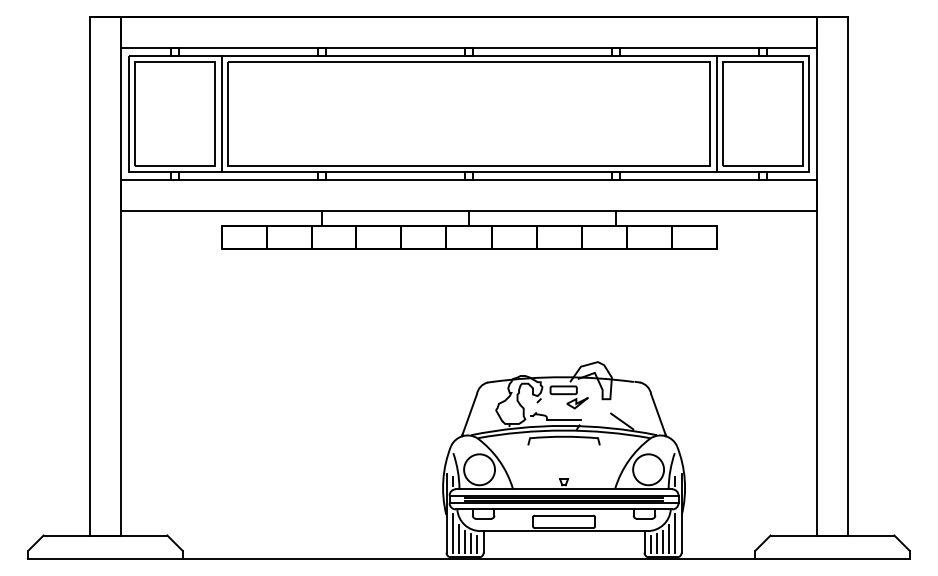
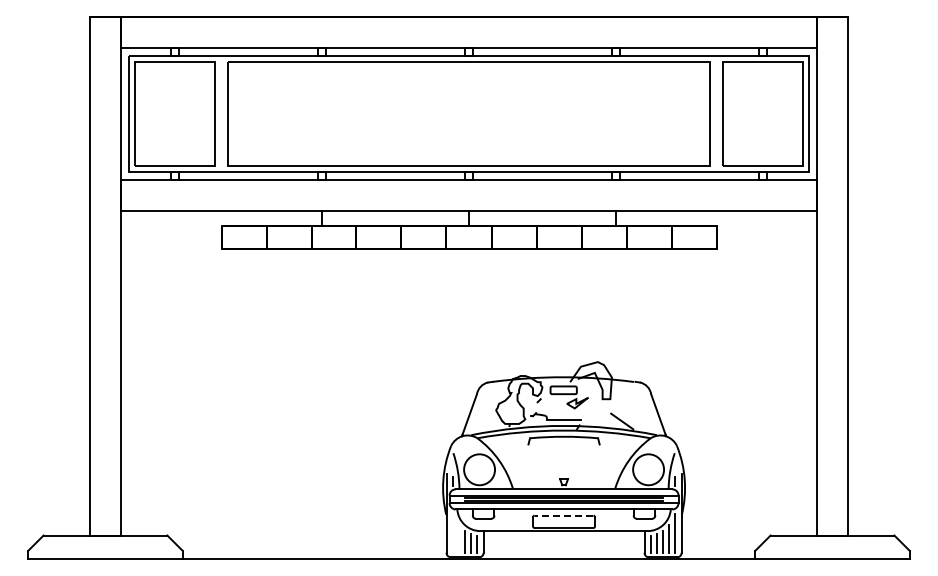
line at (221, 113): present -> none
line at (716, 113): present -> none
line at (563, 515): solid -> dashed
line at (452, 533): present -> none
line at (458, 538): present -> none
